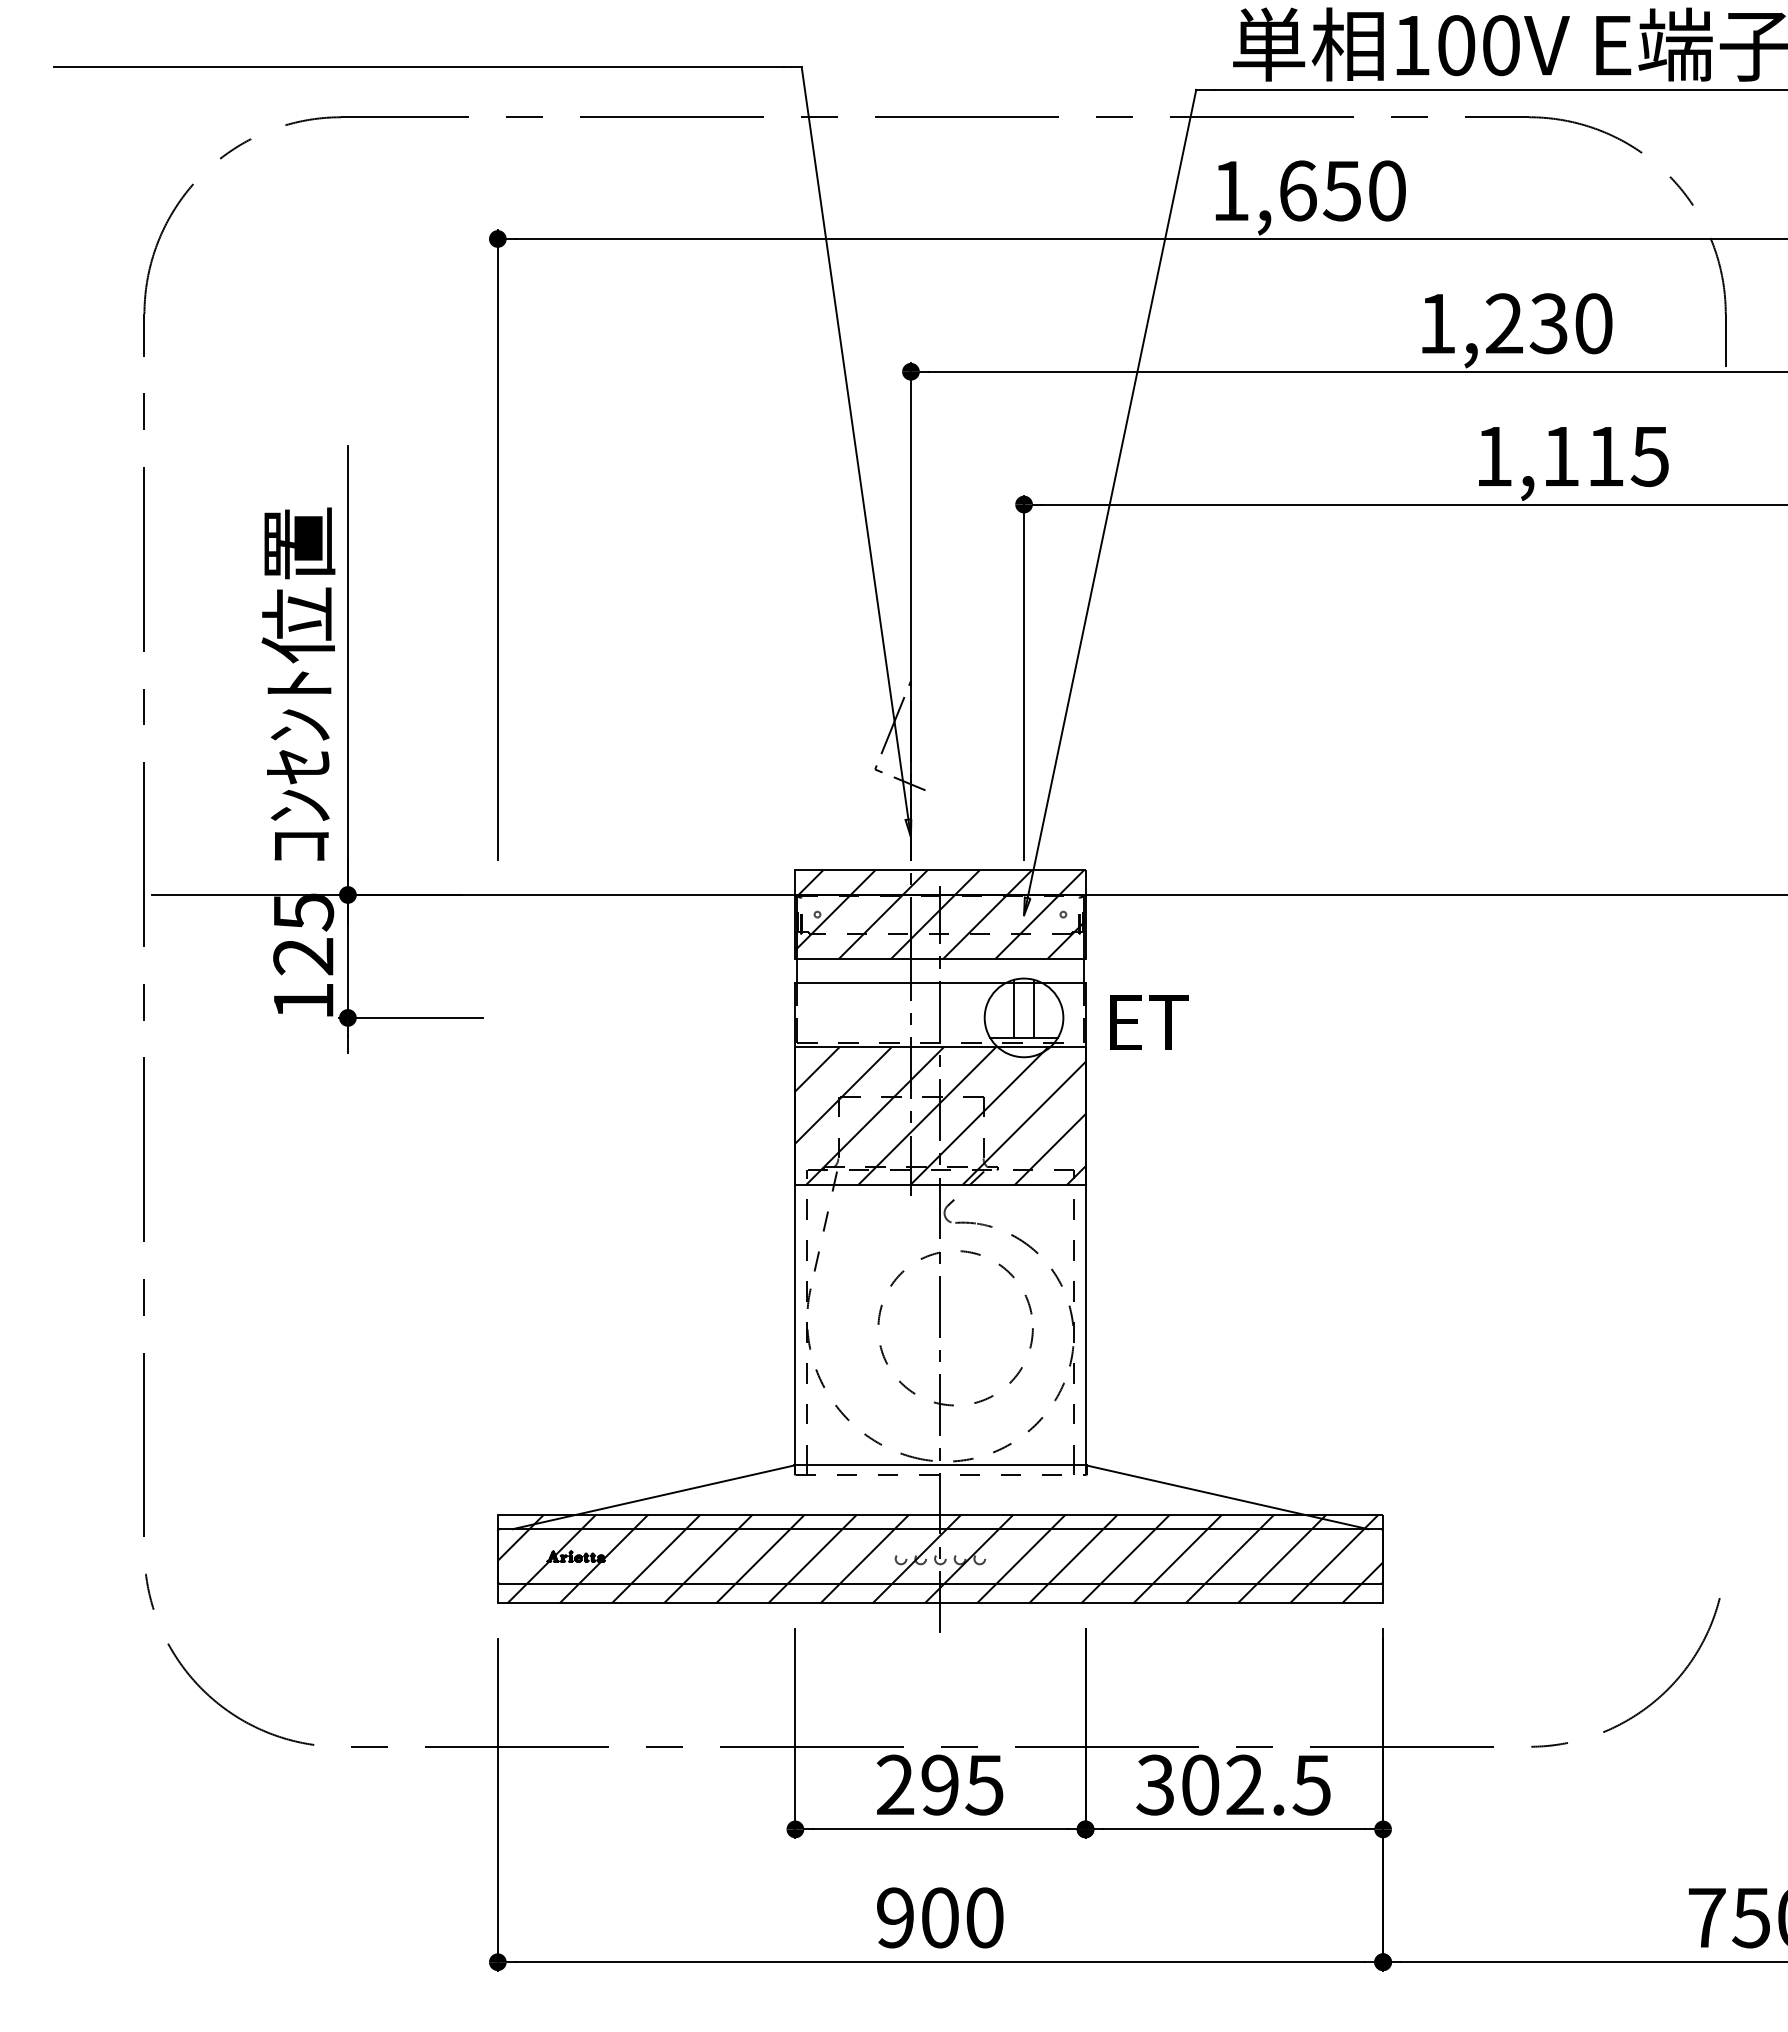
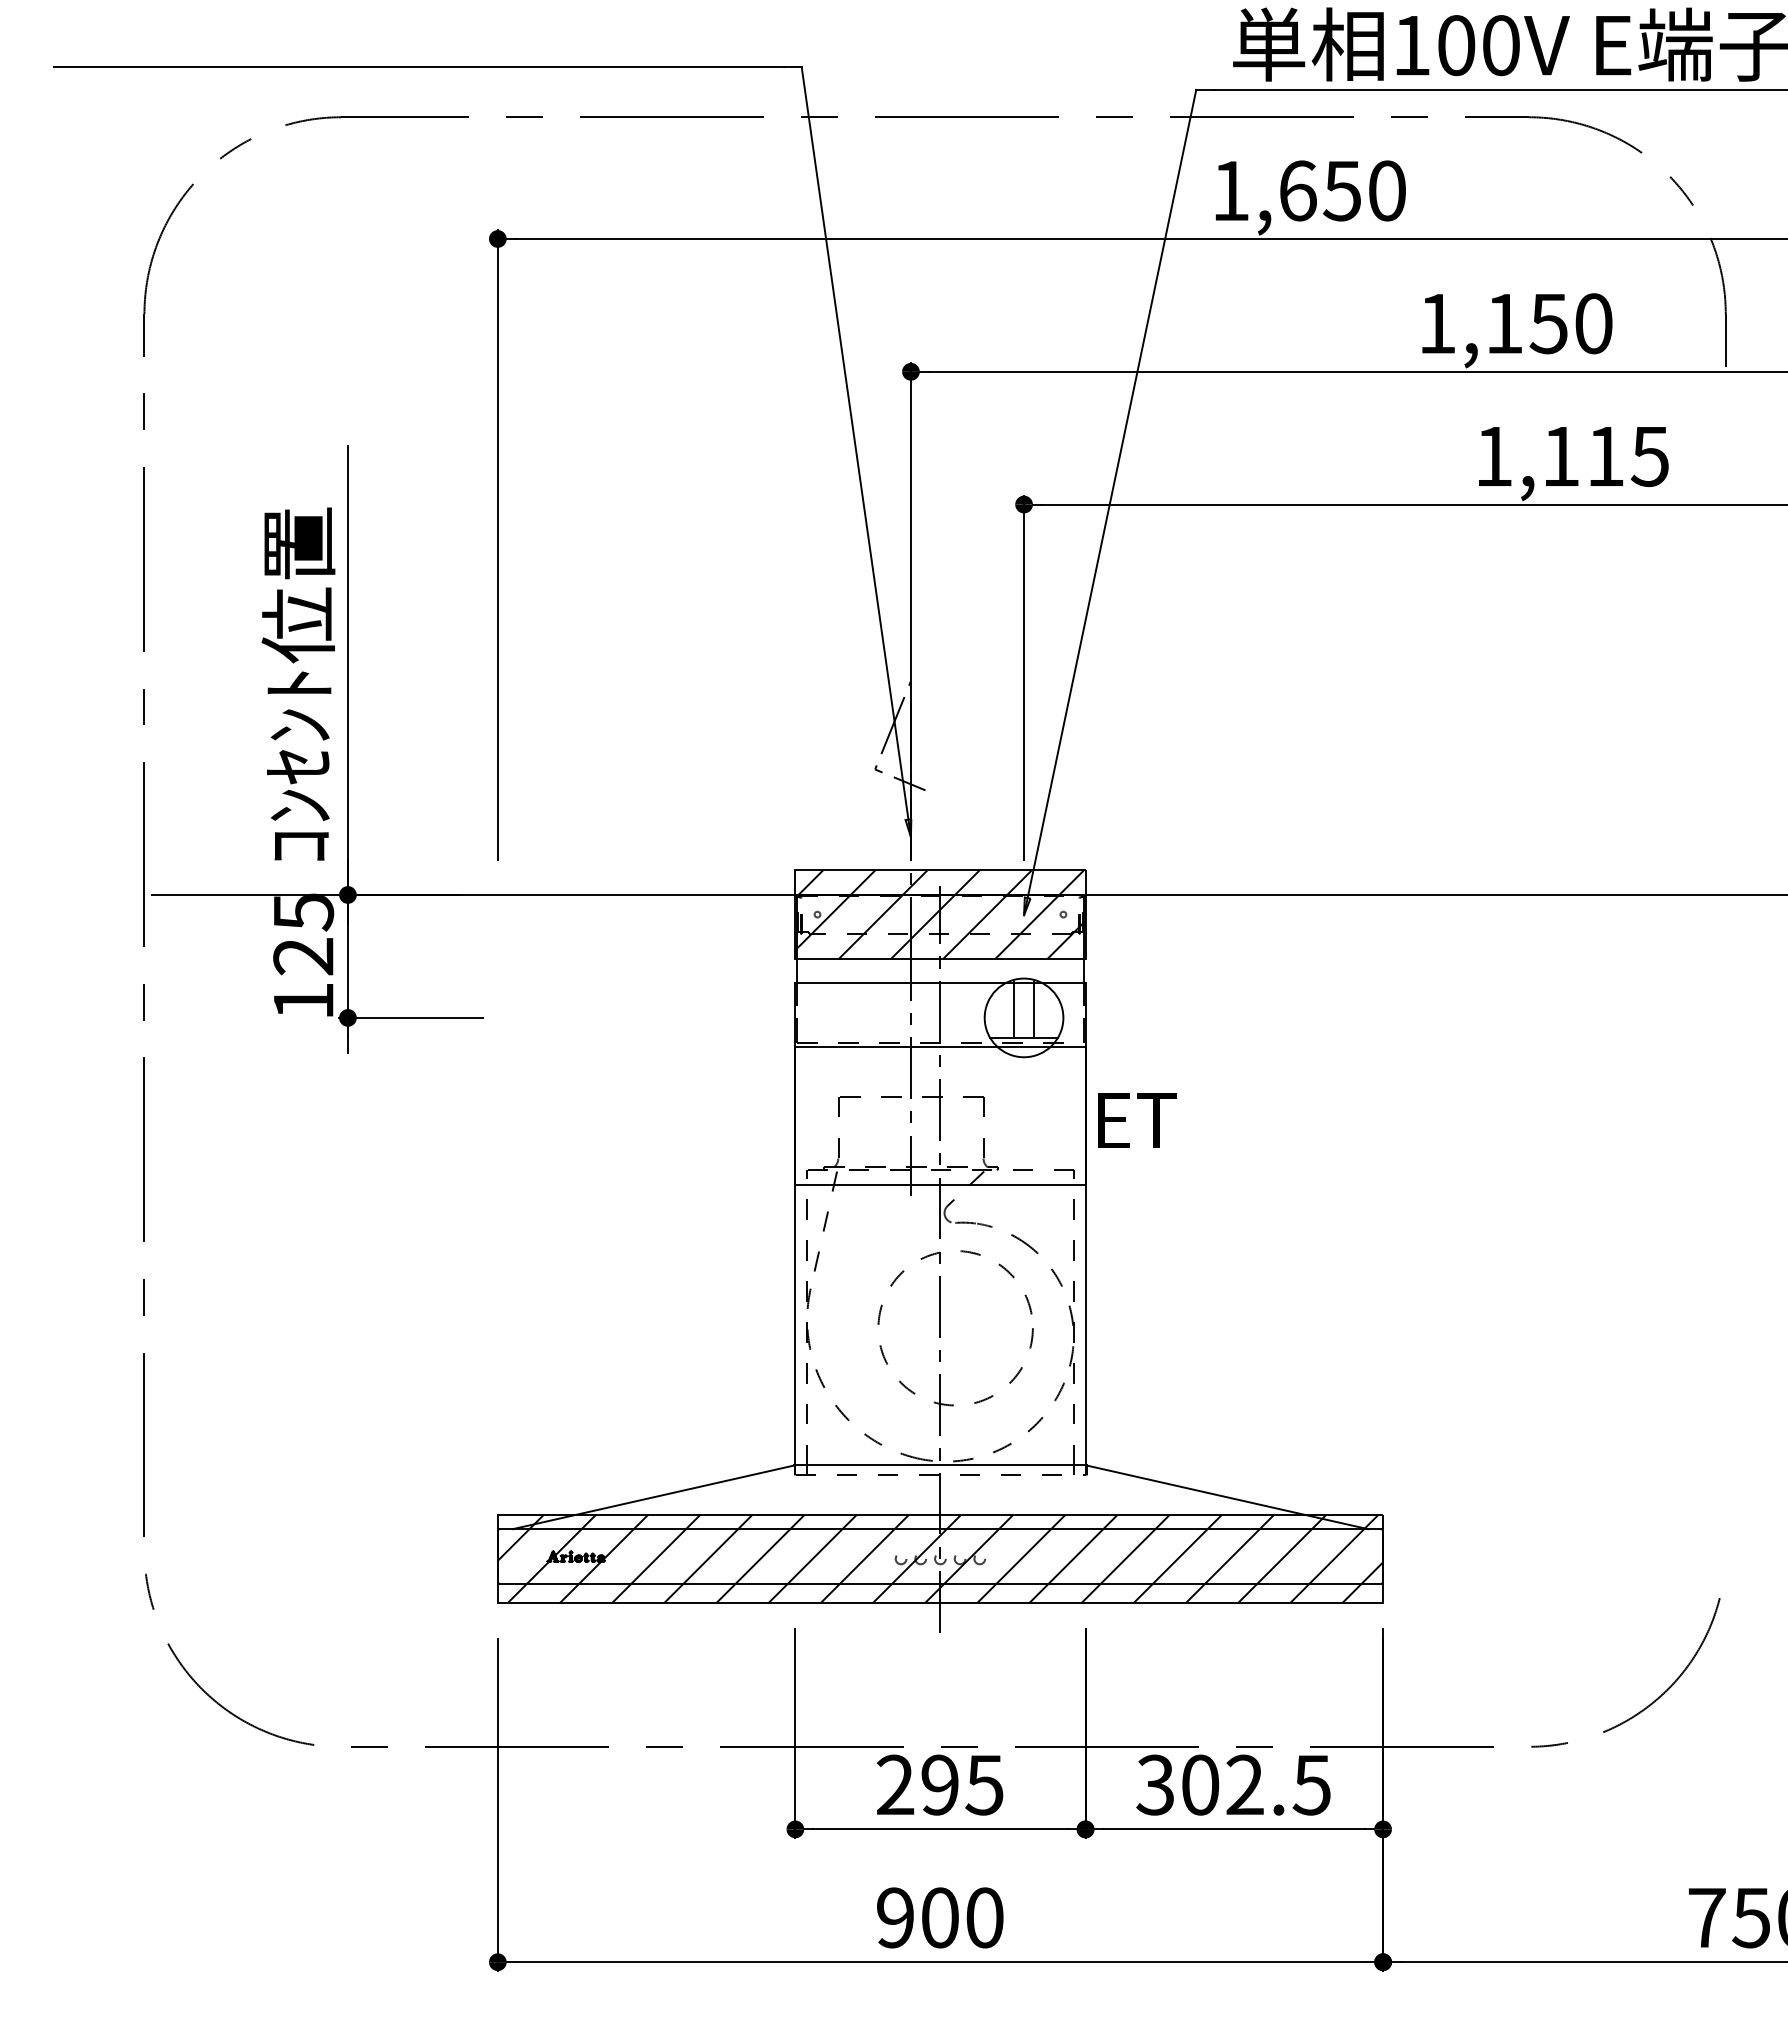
text at (1526, 323): 1,230 -> 1,150
text at (1149, 1022) position: (1149, 1022) -> (1137, 1120)
hatch at (940, 1116): present -> none
